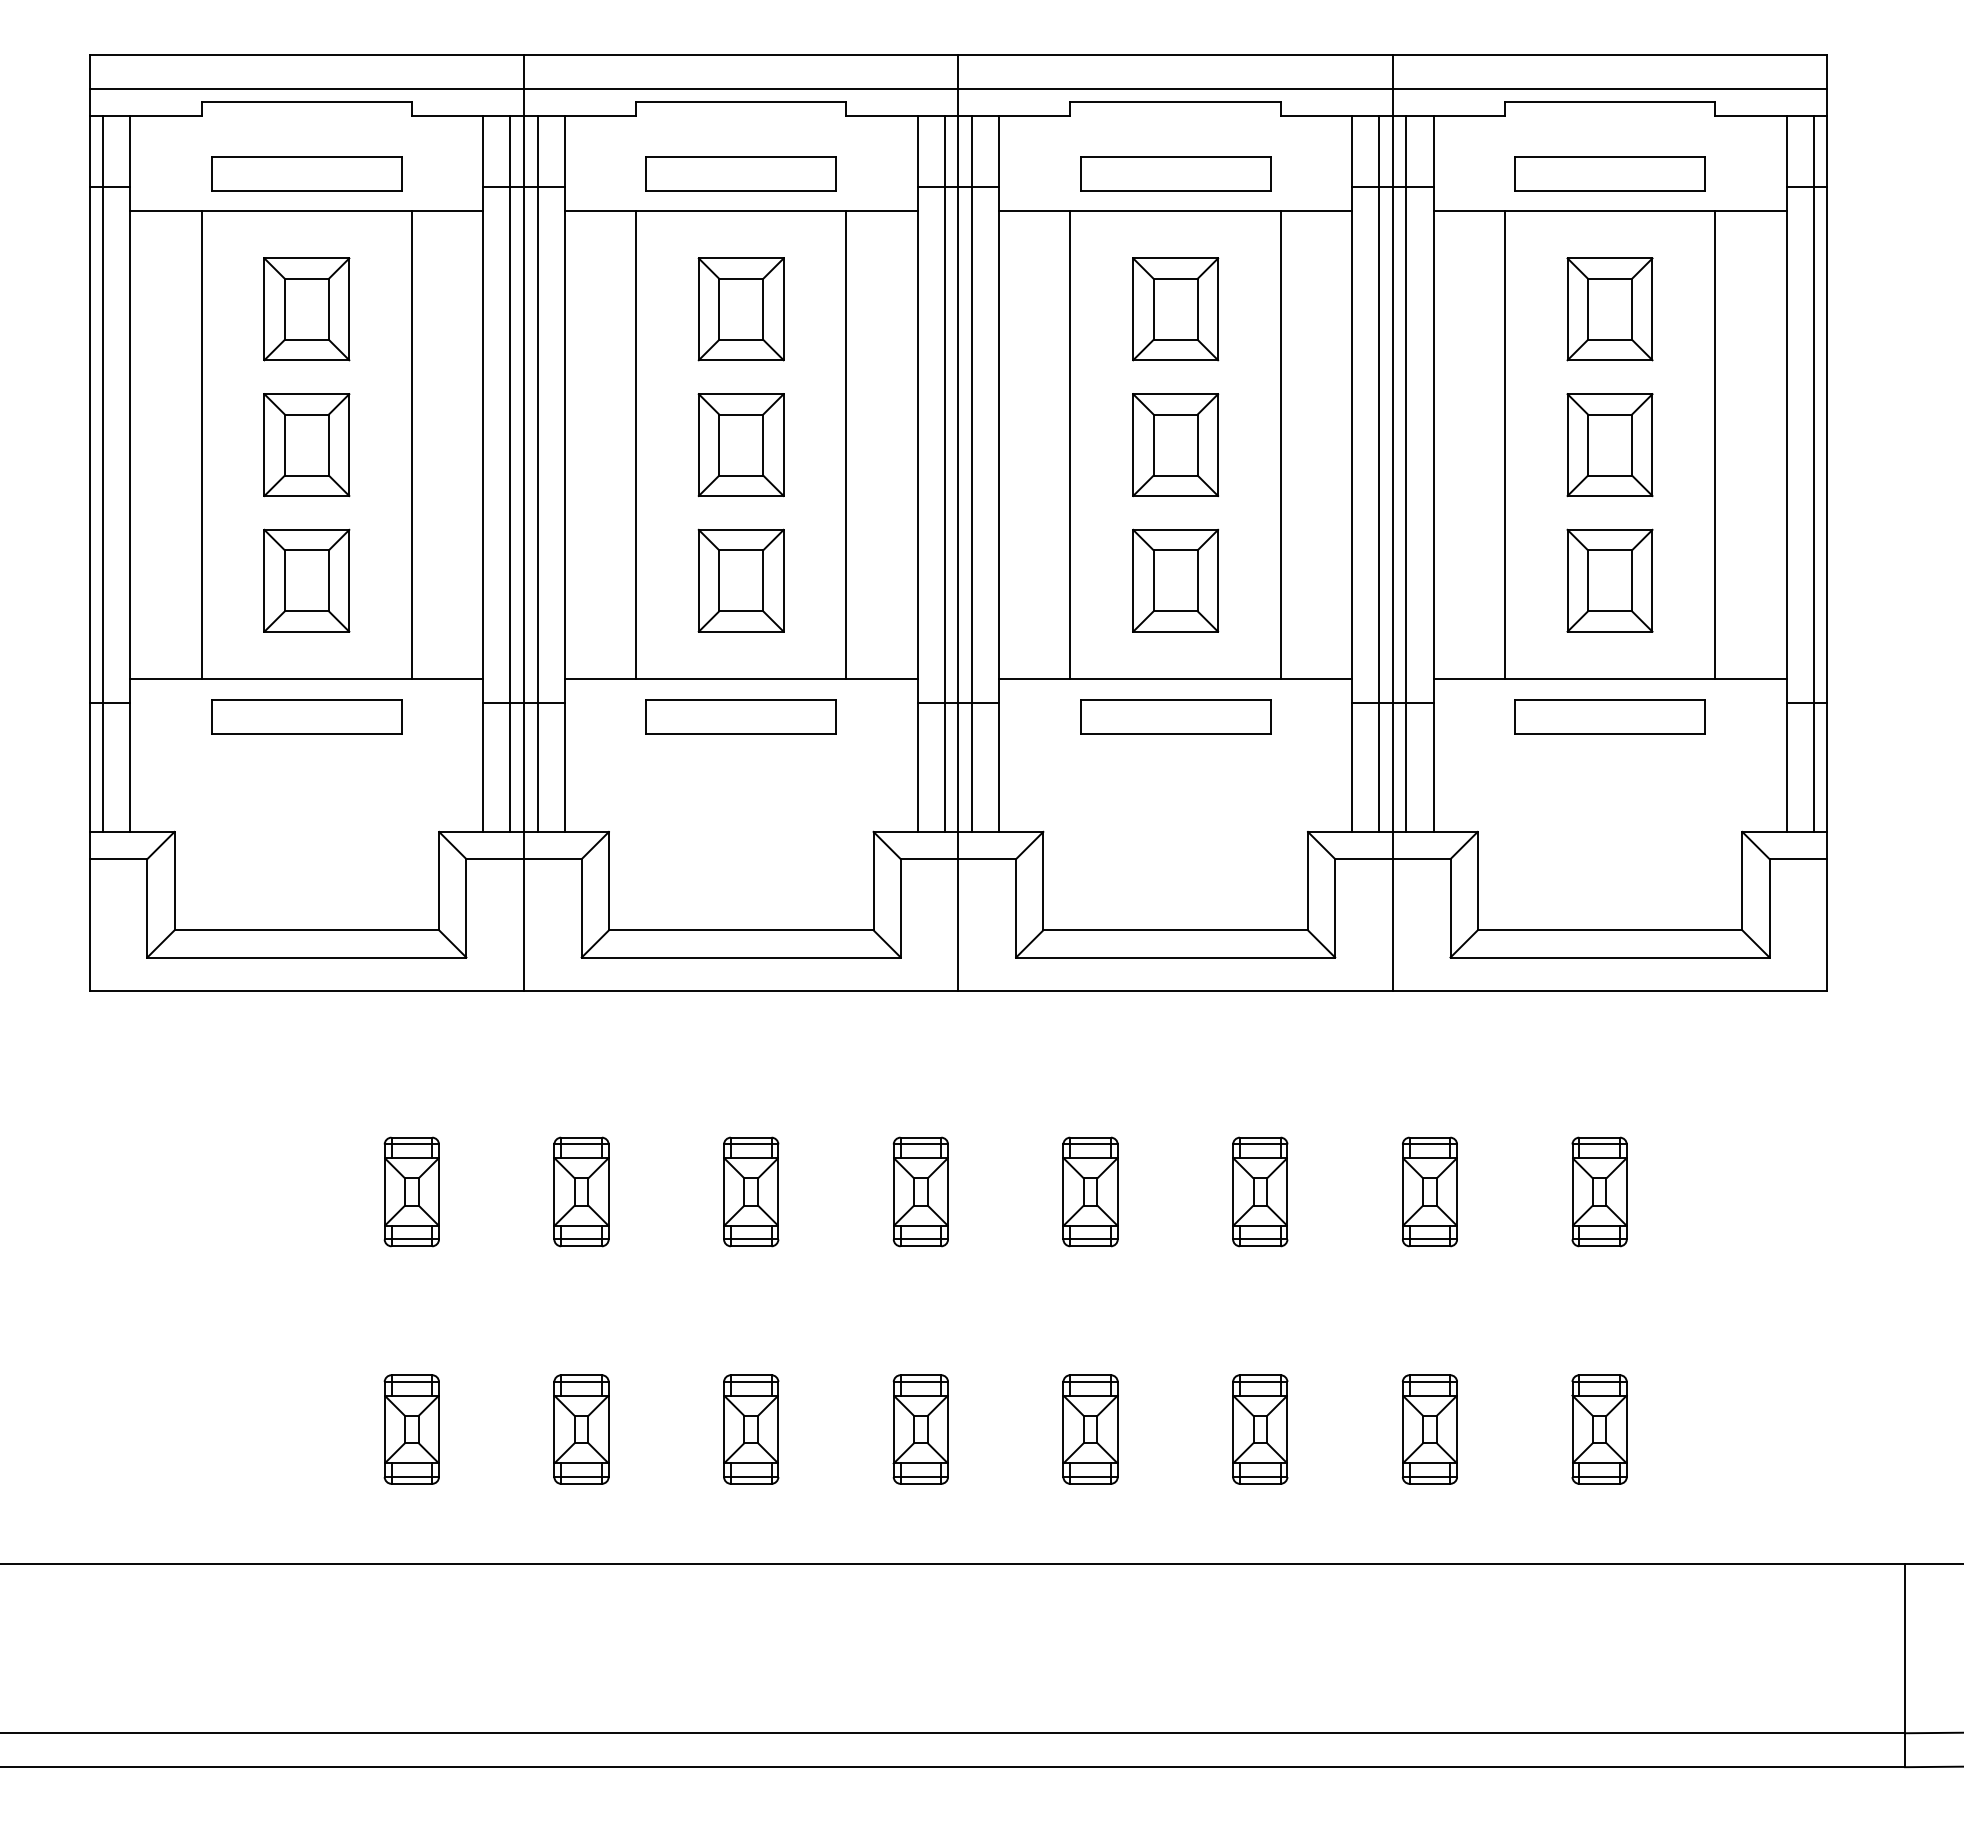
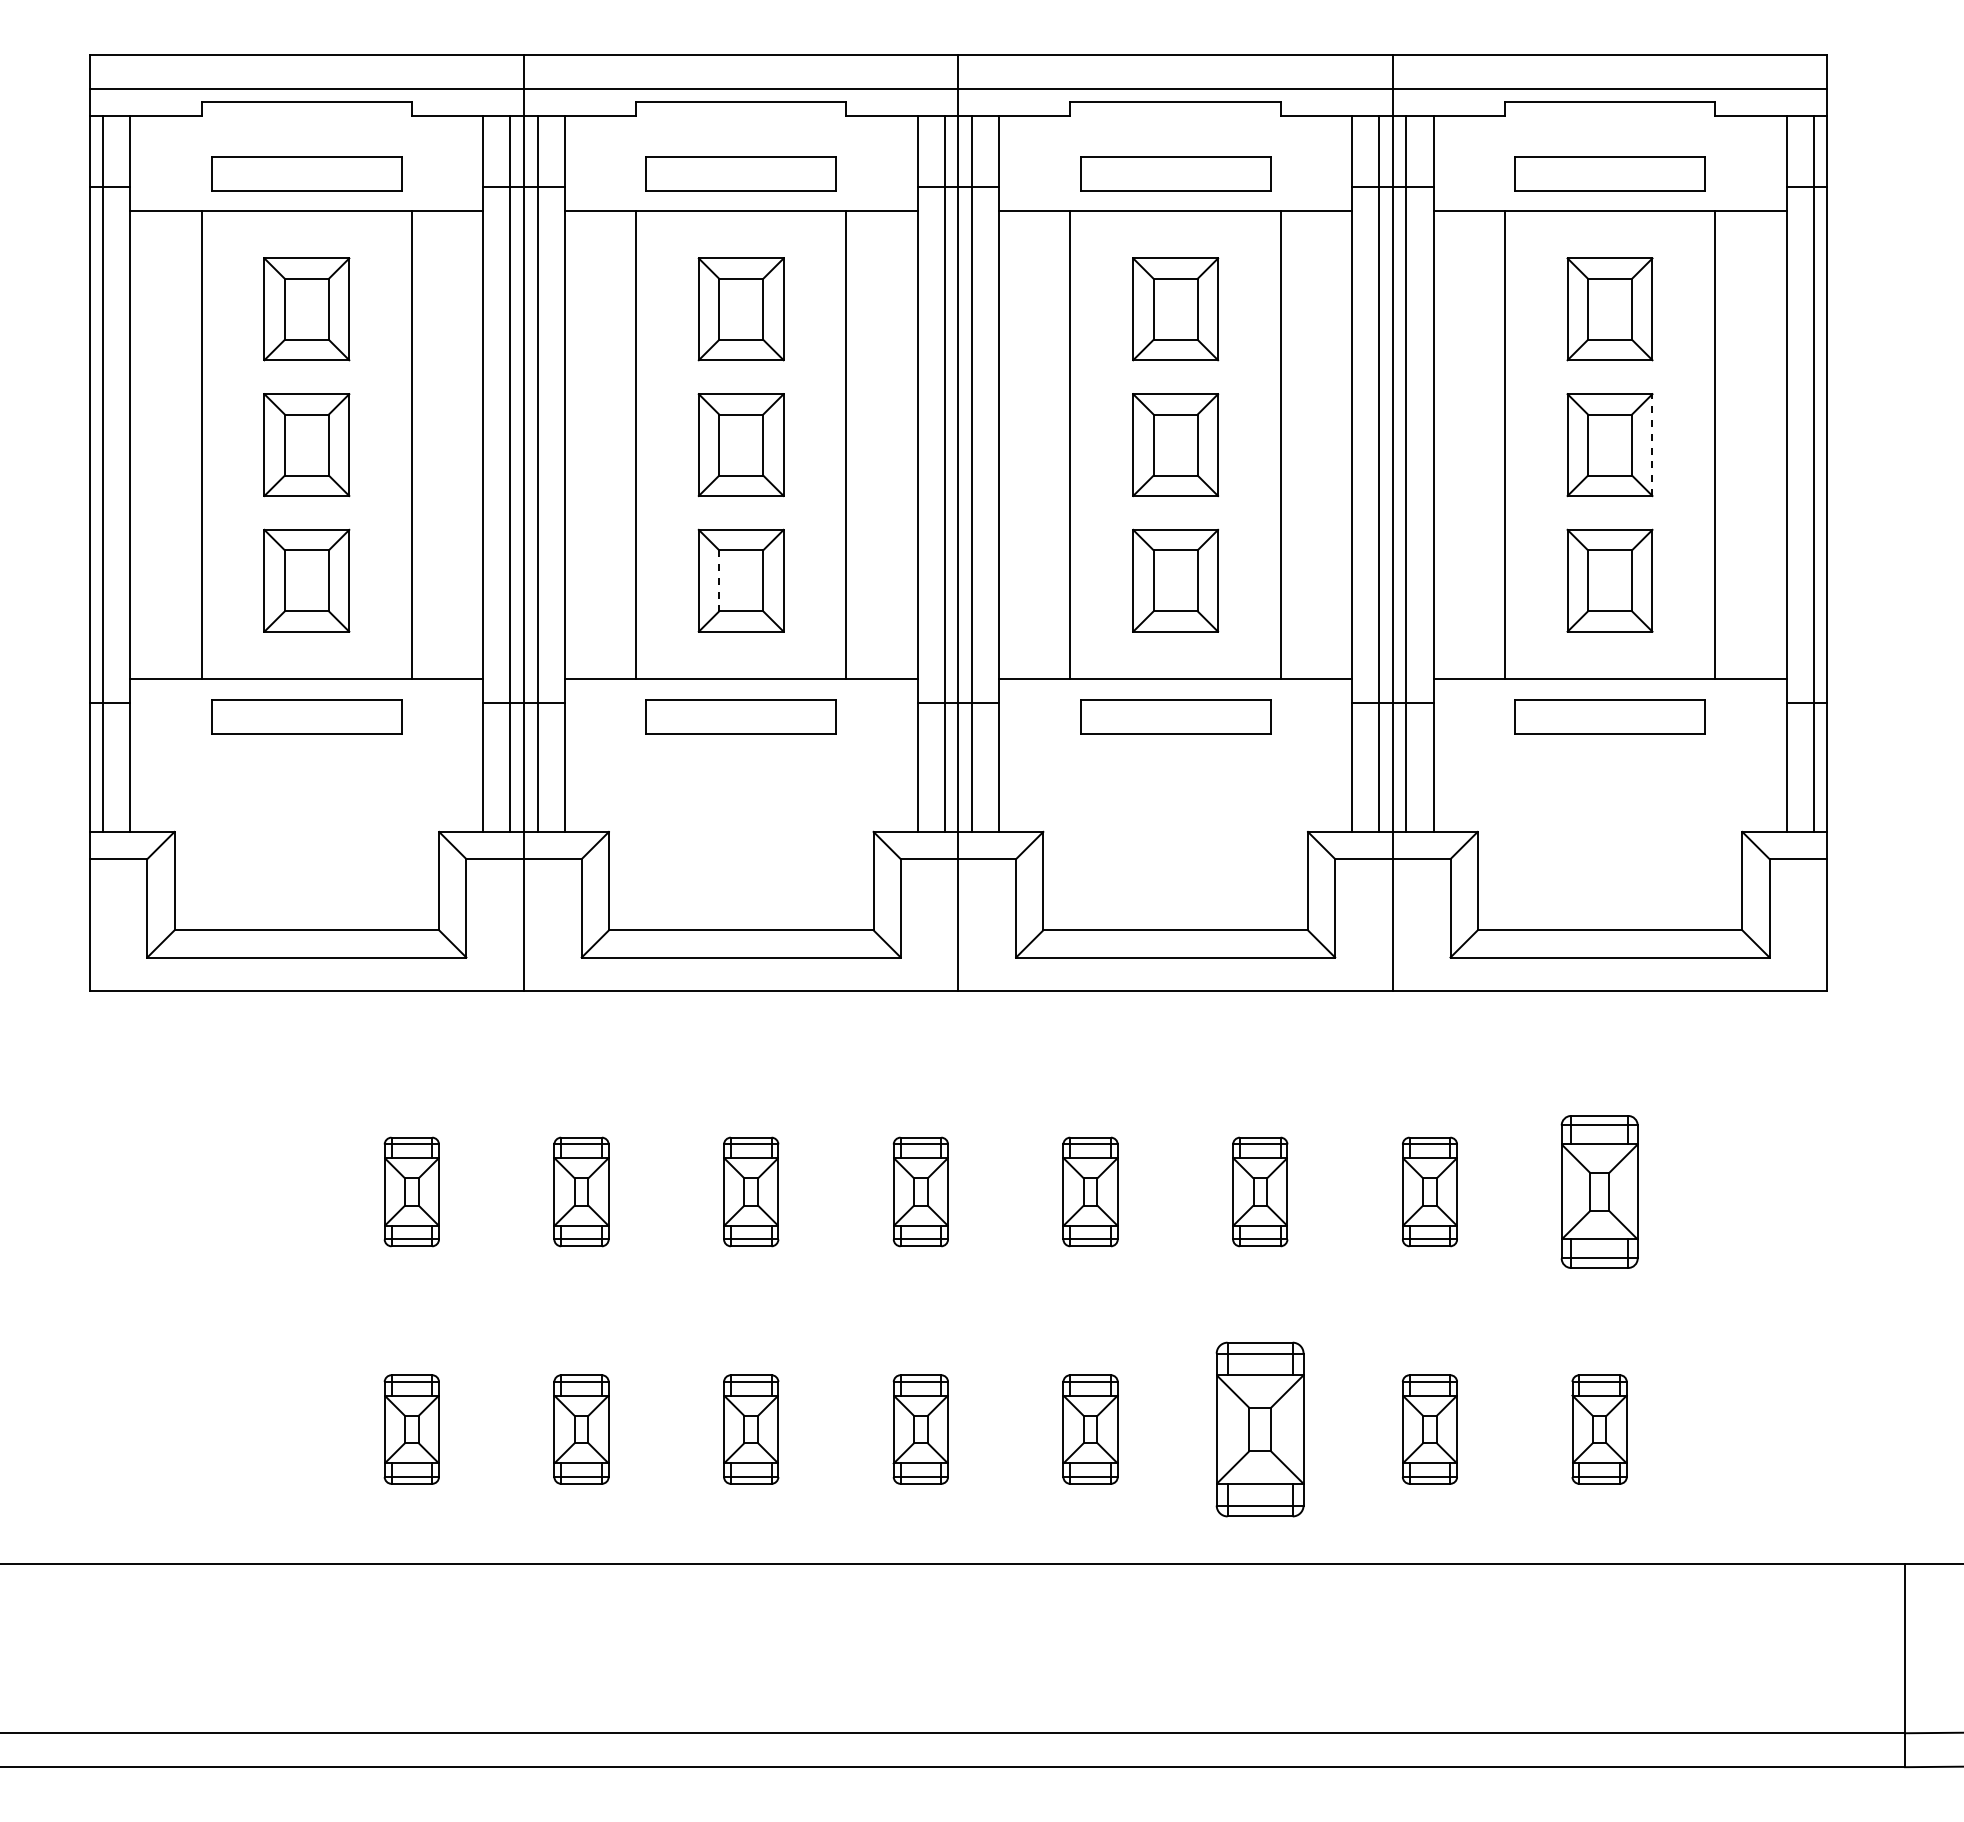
line at (1652, 445): solid -> dashed
line at (719, 580): solid -> dashed
part at (1599, 1191) size: 57x112 px -> 79x154 px
part at (1260, 1429) size: 57x111 px -> 90x177 px
